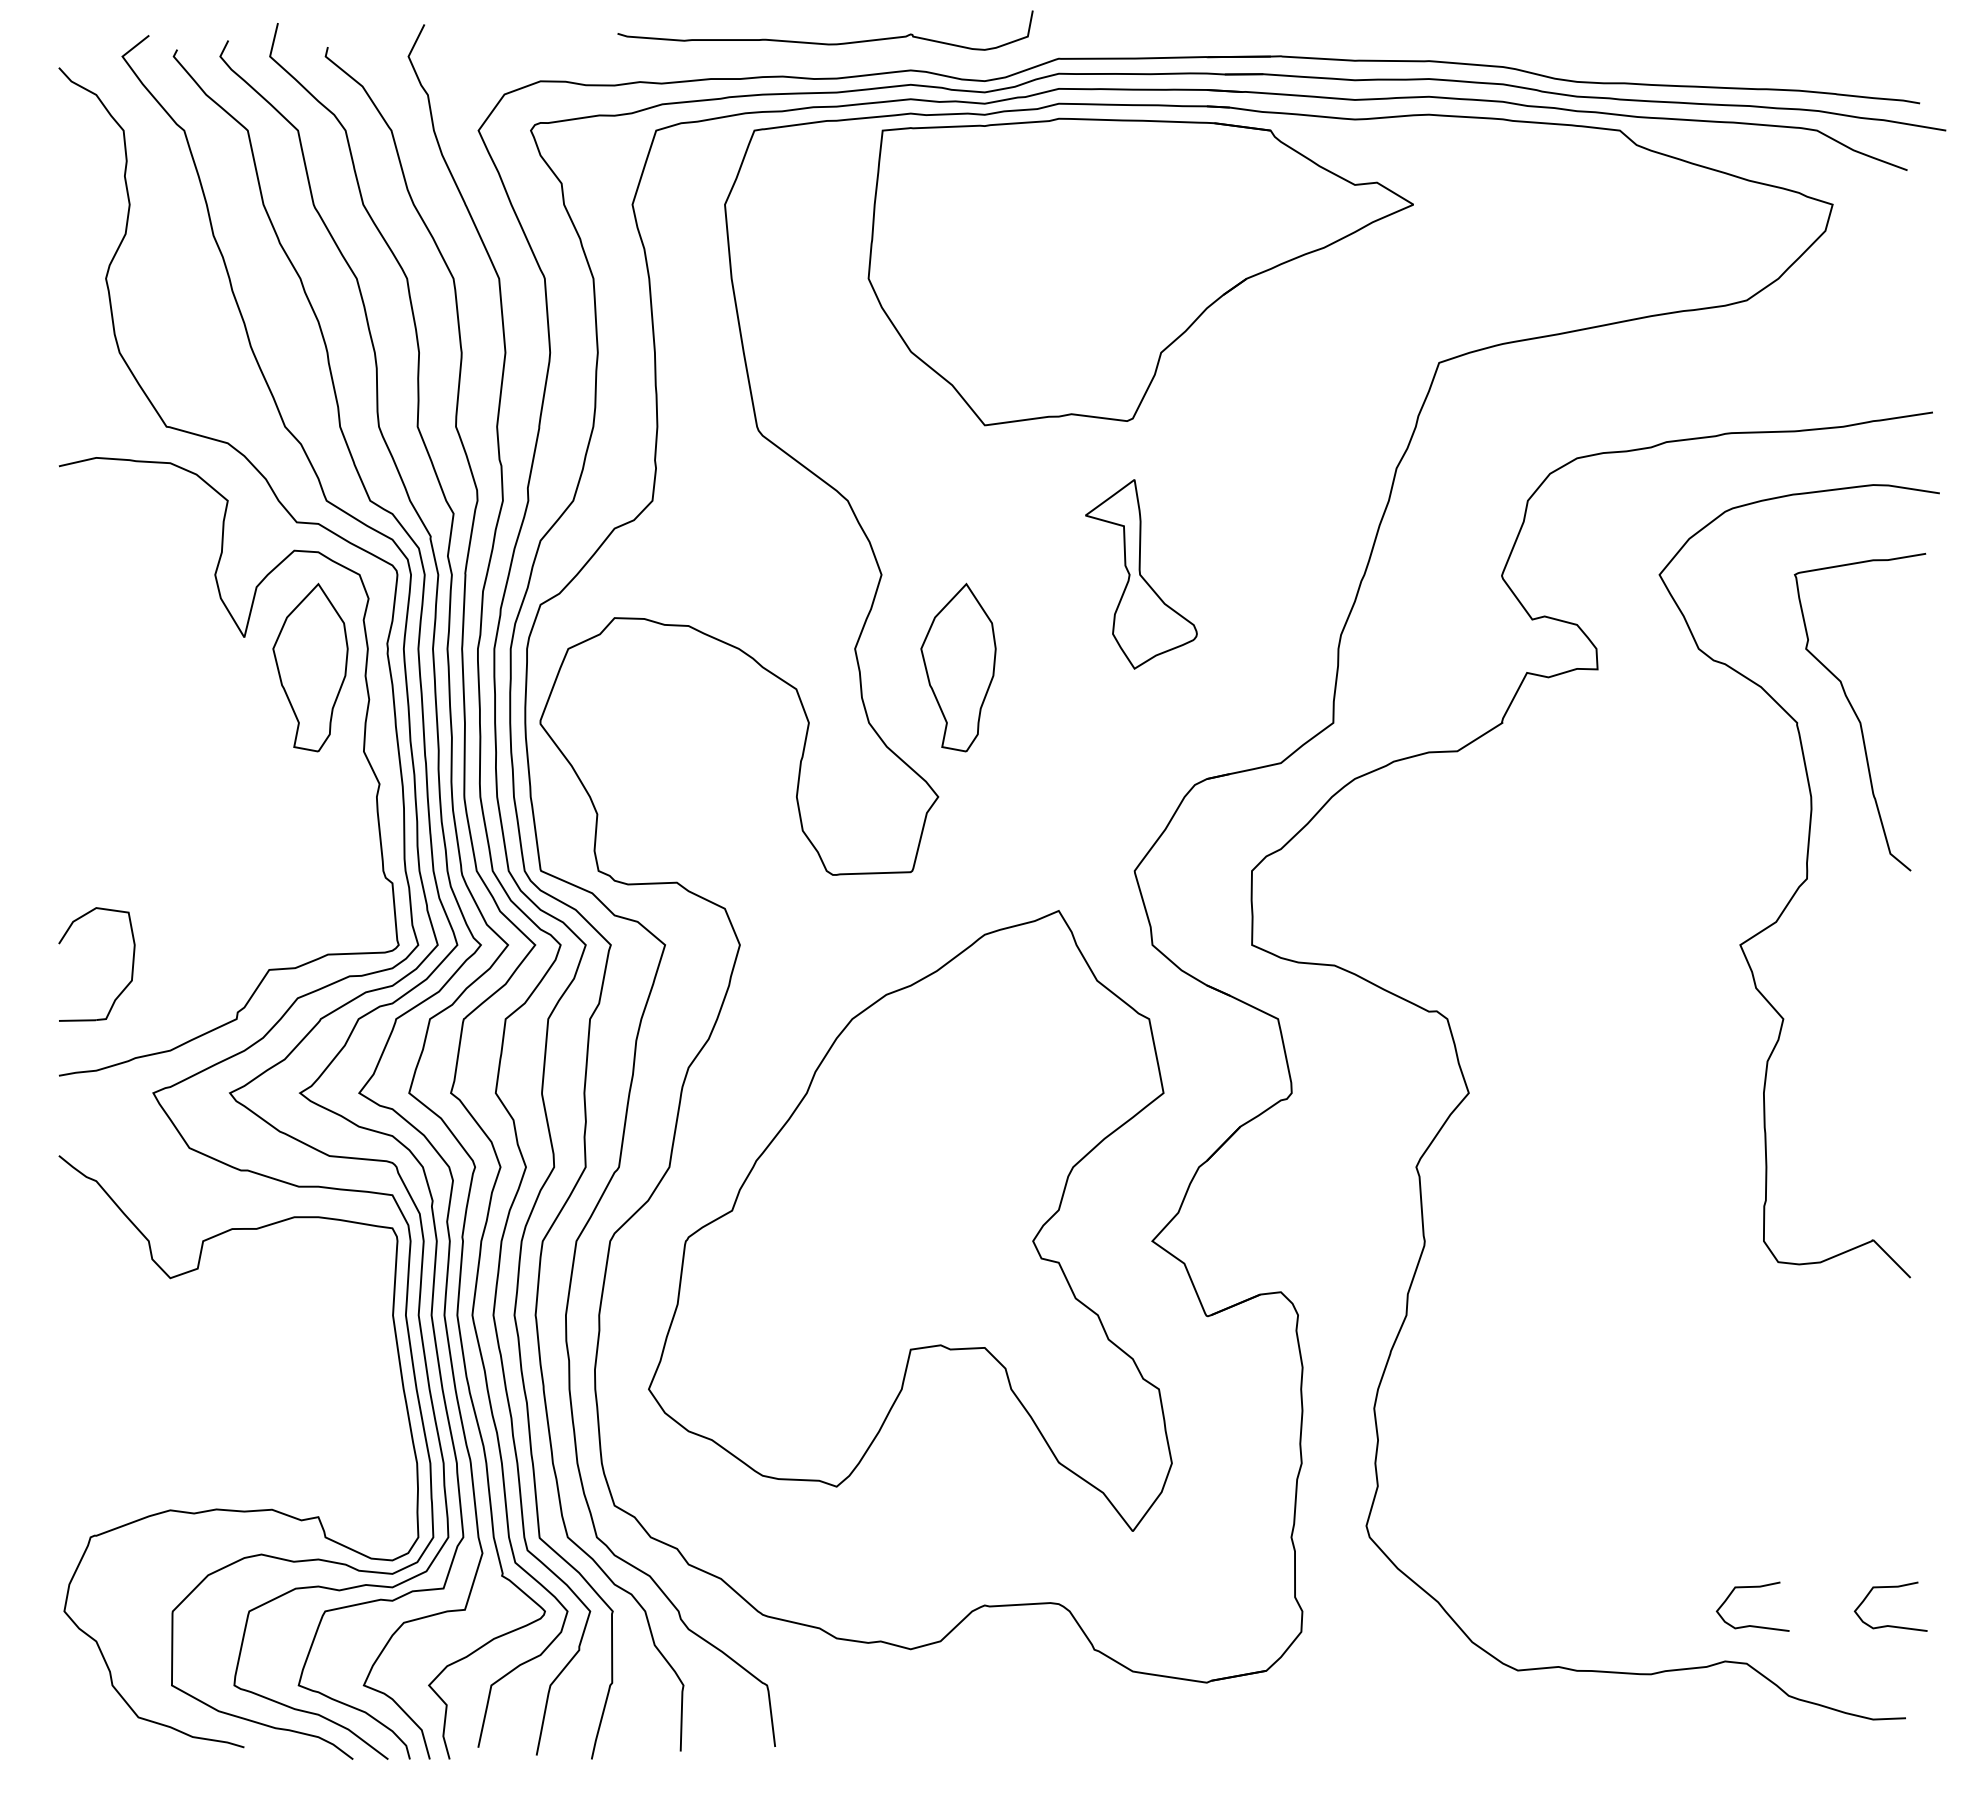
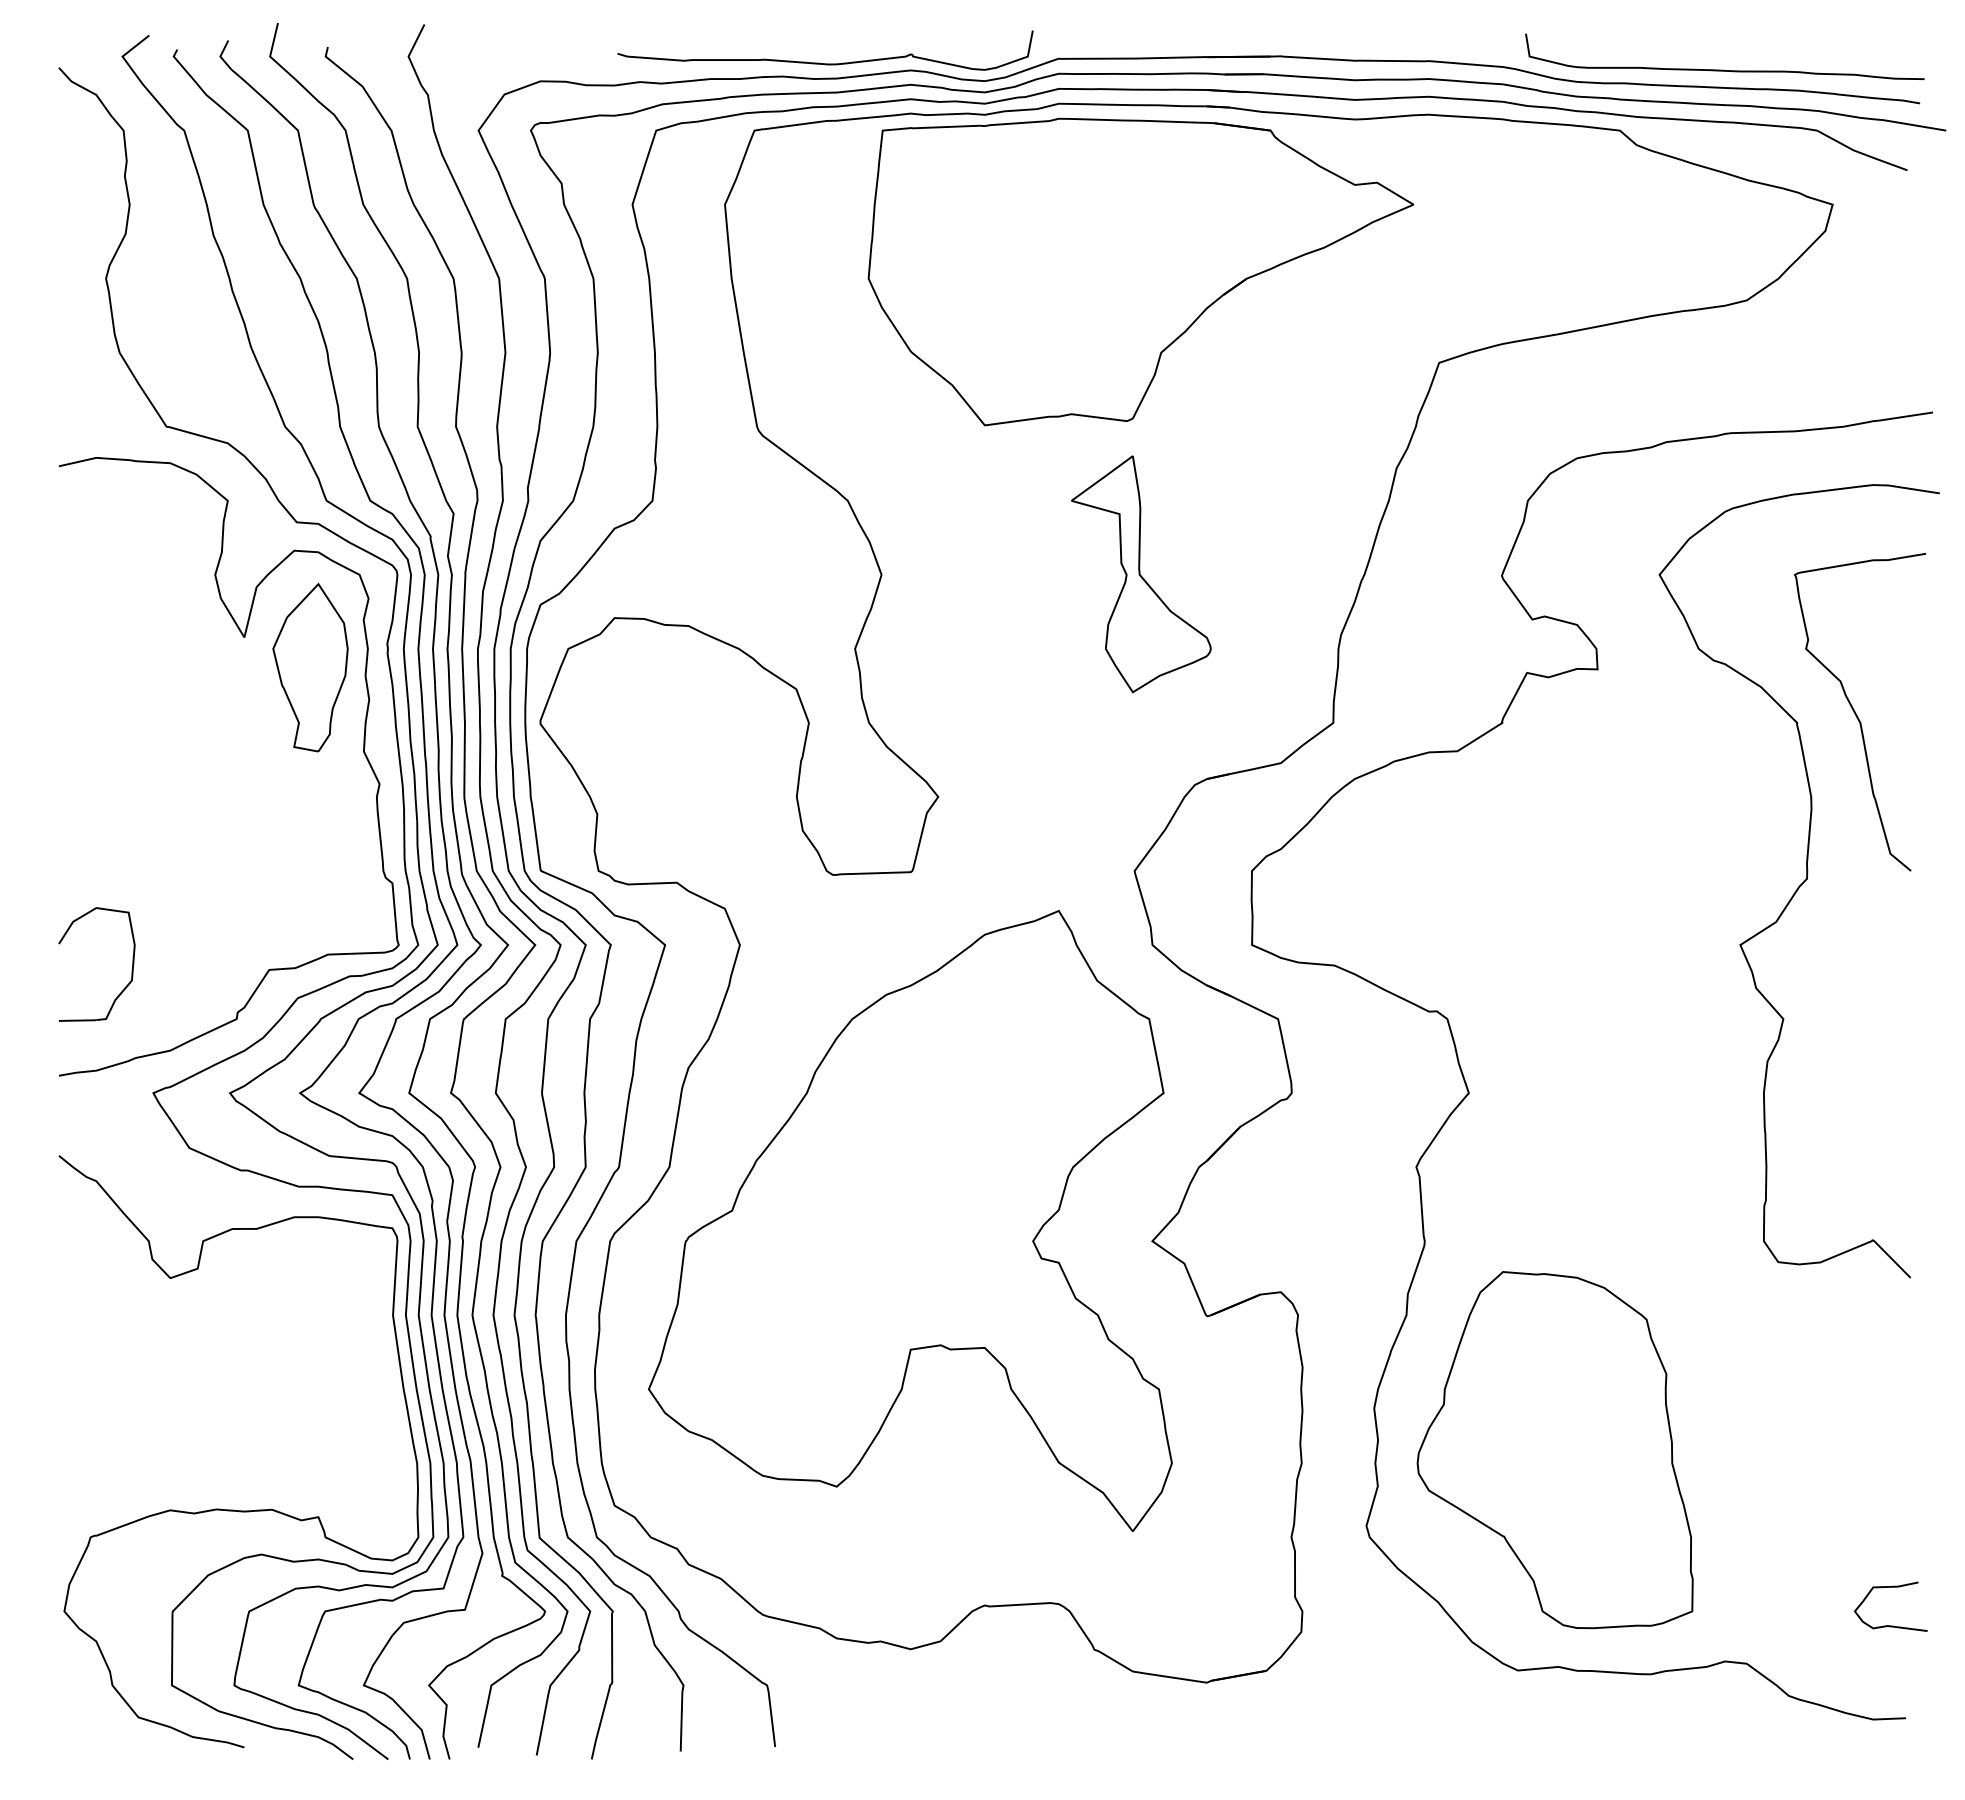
curve at (825, 43) position: (825, 43) -> (825, 63)
curve at (1724, 69): none -> present
part at (1141, 574) size: 113x191 px -> 141x239 px
part at (958, 667): present -> none
part at (1554, 1450): none -> present
curve at (1752, 1587): present -> none
